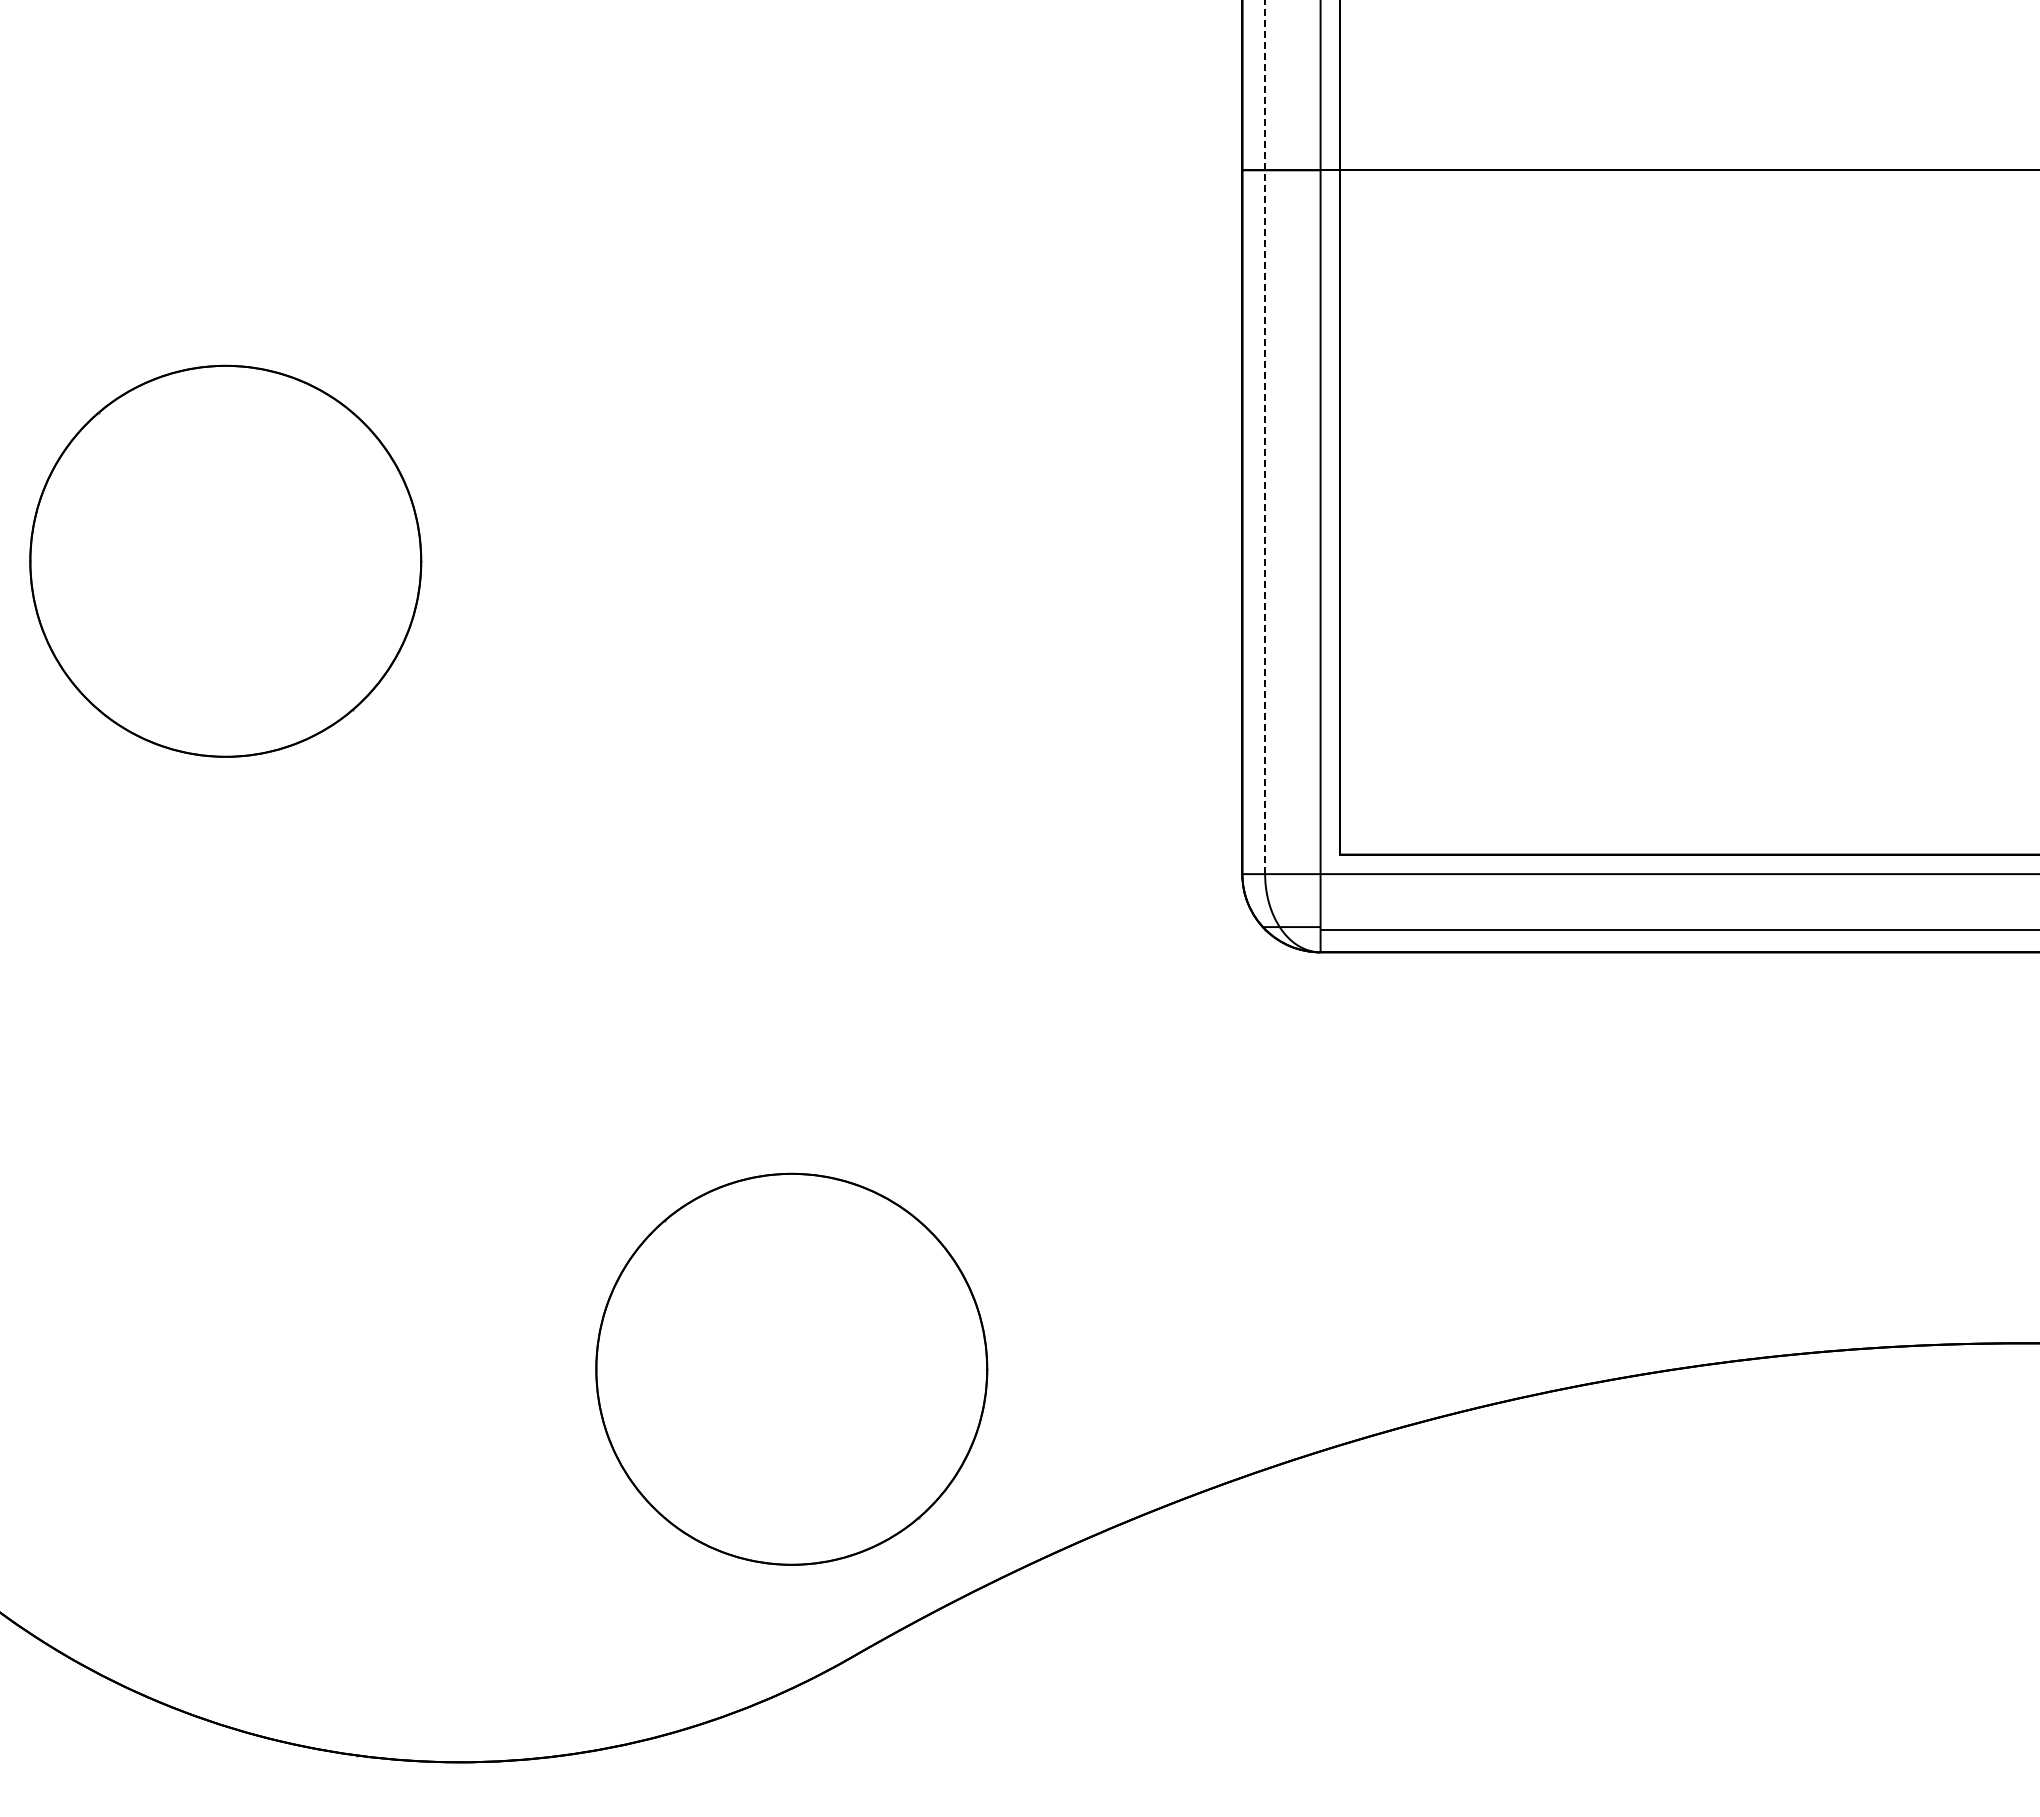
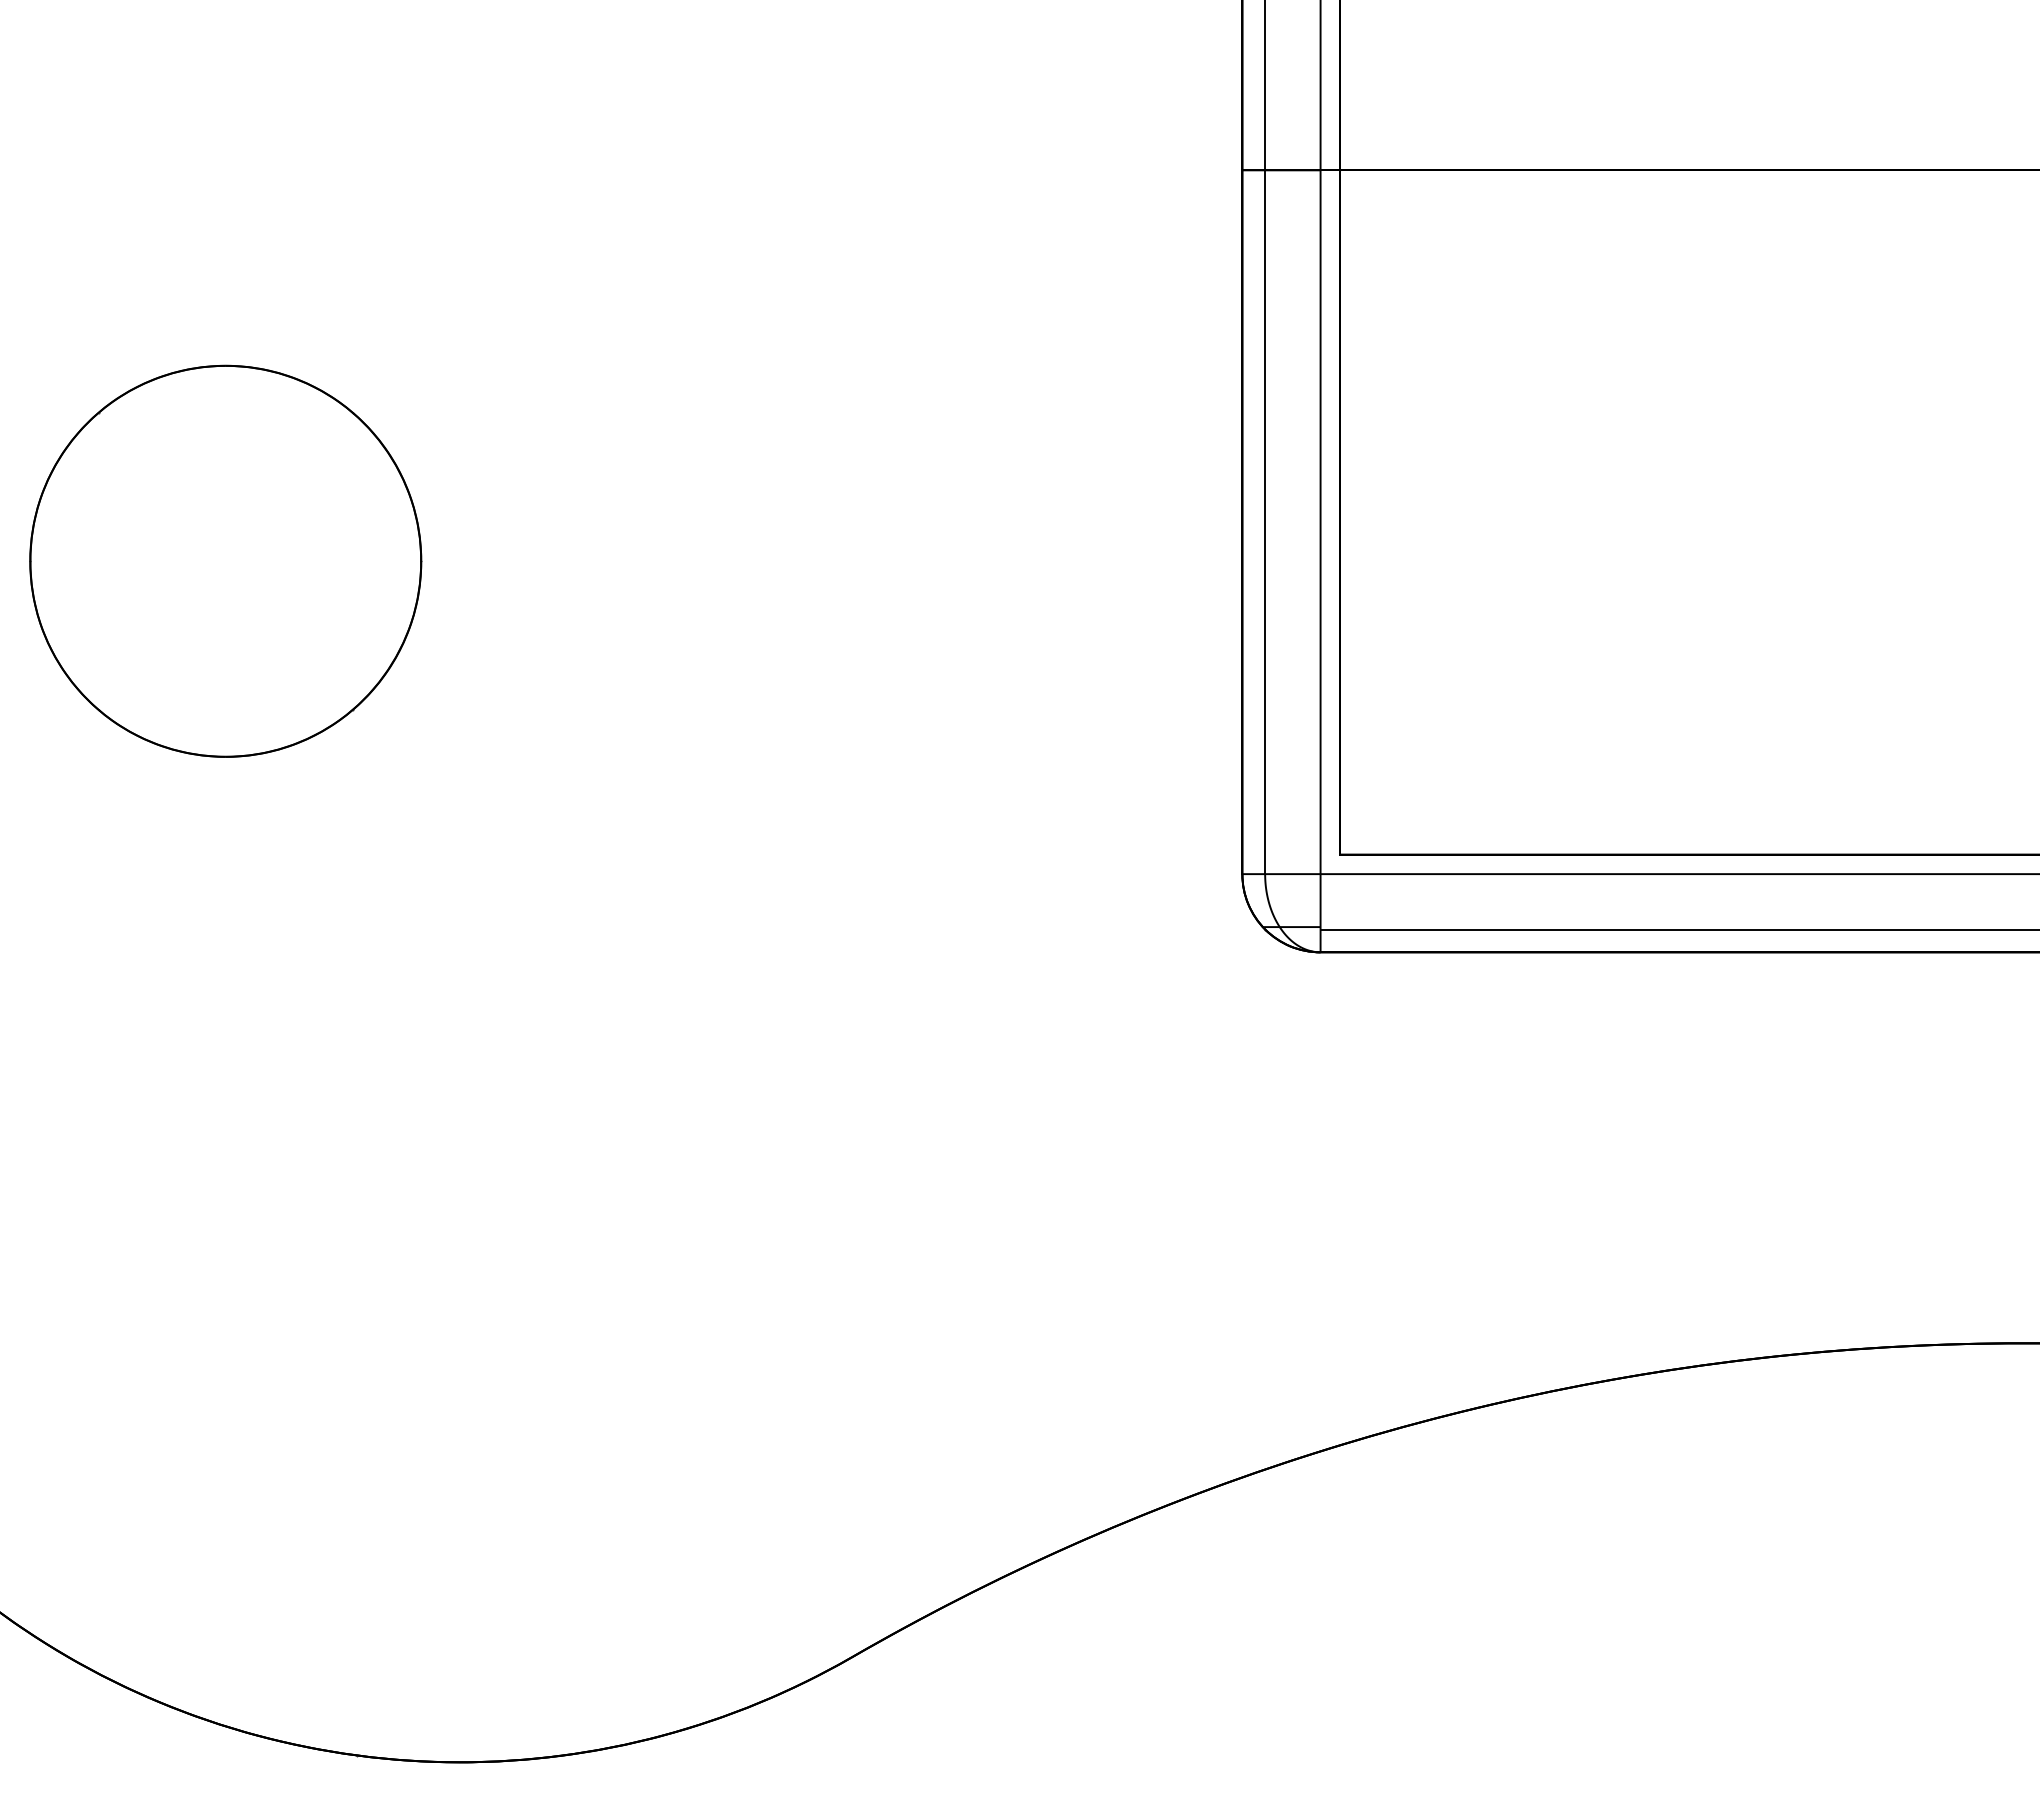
line at (1265, 437): dashed -> solid
part at (791, 1368): present -> none
